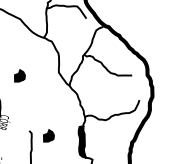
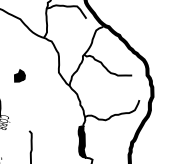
part at (48, 135): present -> none
